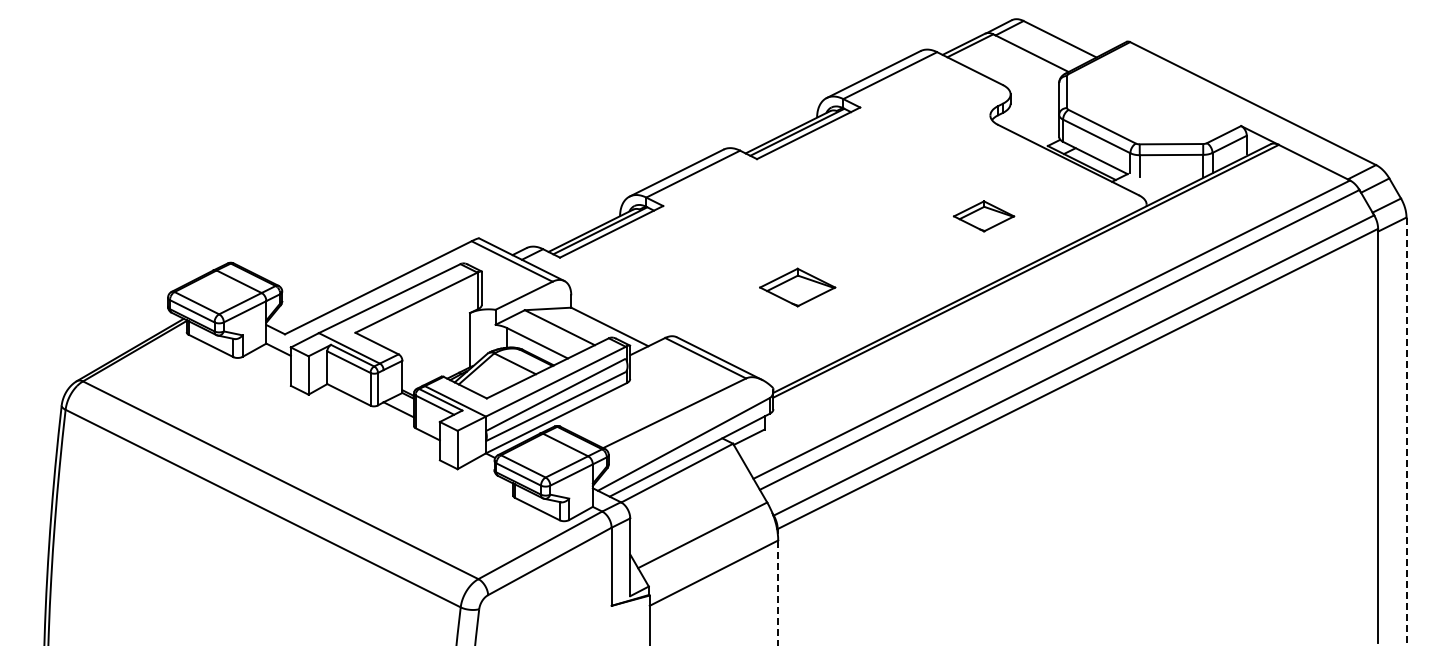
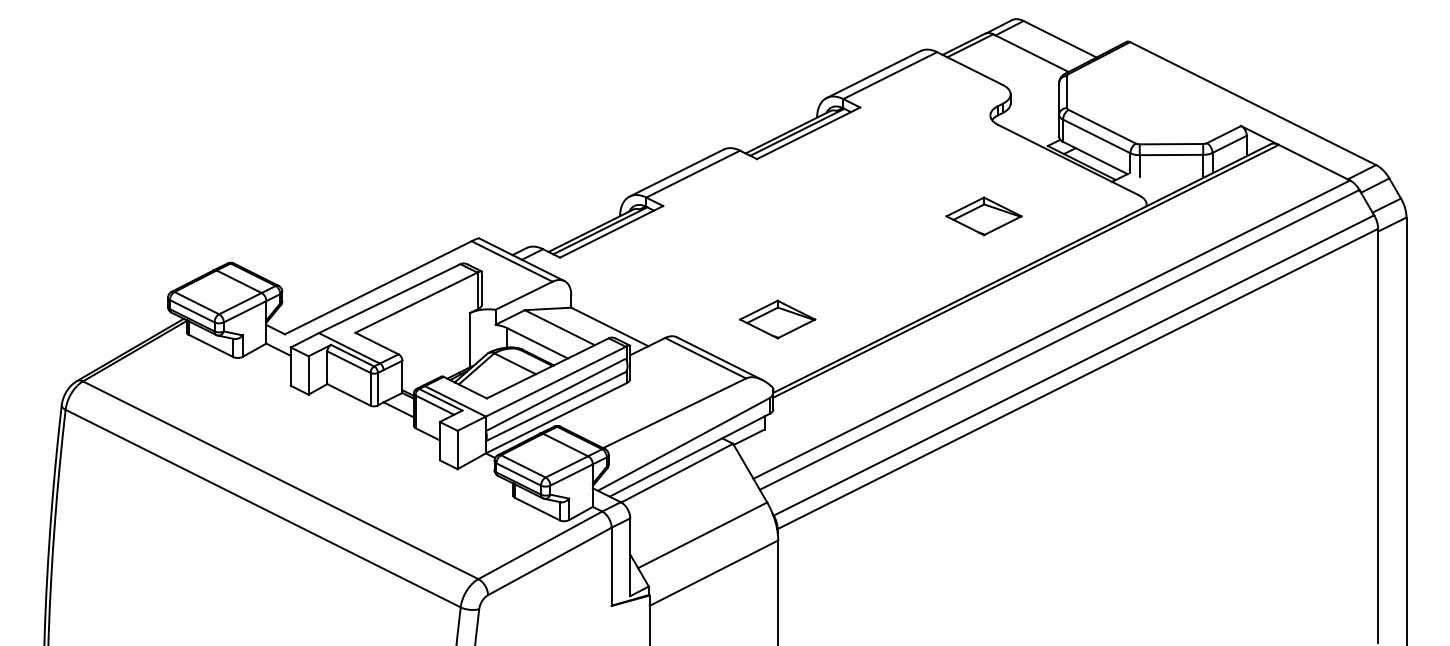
part at (984, 216) size: 63x33 px -> 78x41 px
part at (797, 287) position: (797, 287) -> (777, 319)
line at (1406, 431): dashed -> solid
line at (778, 593): dashed -> solid
